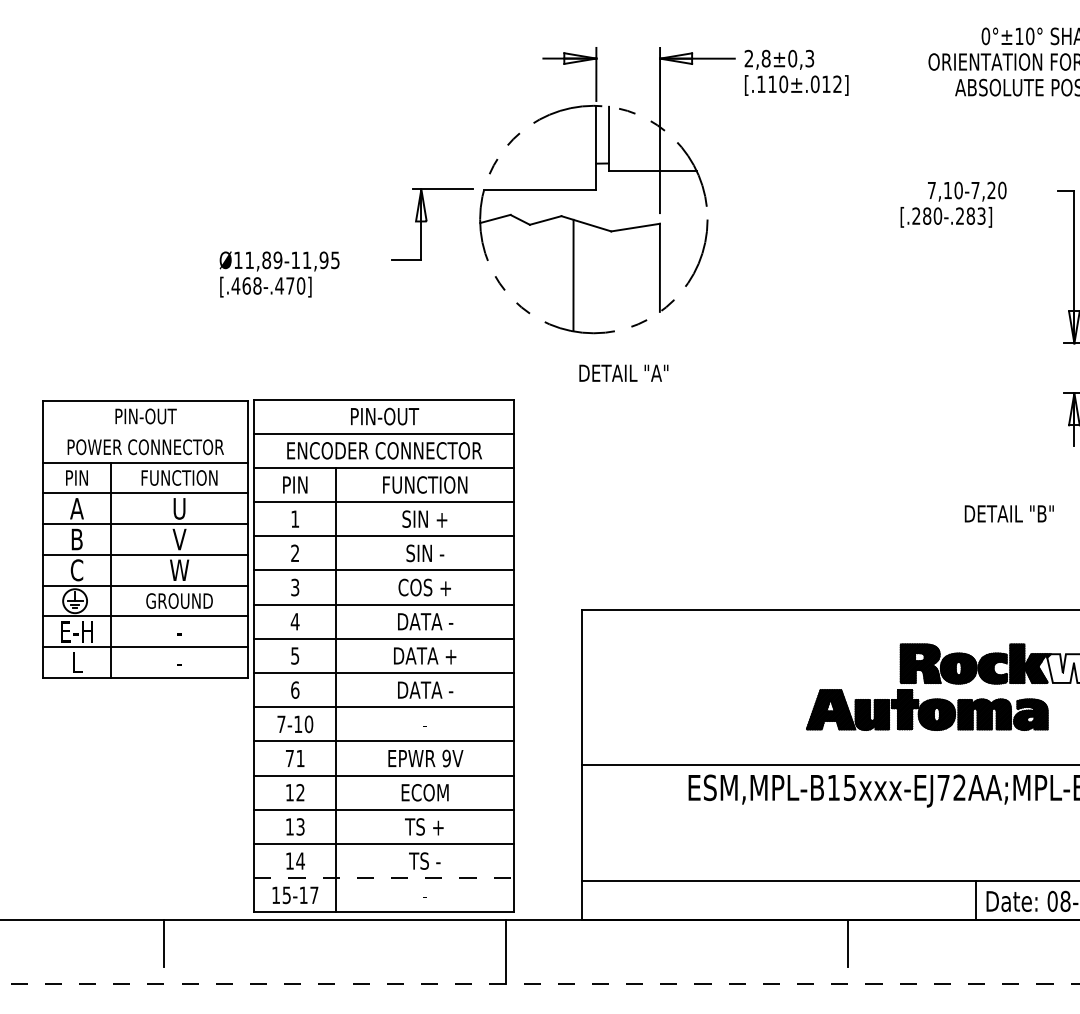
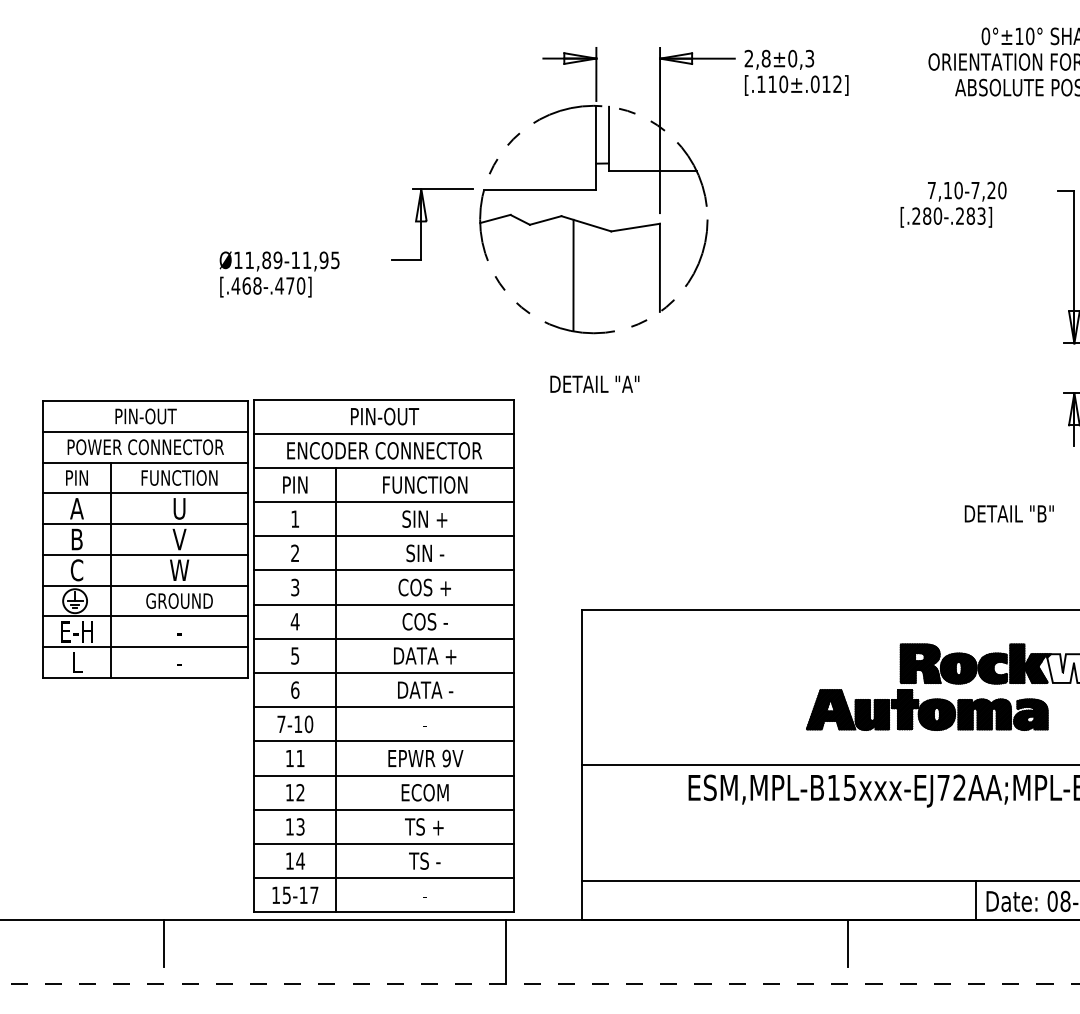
text at (623, 372) position: (623, 372) -> (594, 383)
line at (144, 431): none -> present
text at (425, 621): DATA - -> COS -
text at (289, 758): 71 -> 11
line at (384, 878): dashed -> solid
